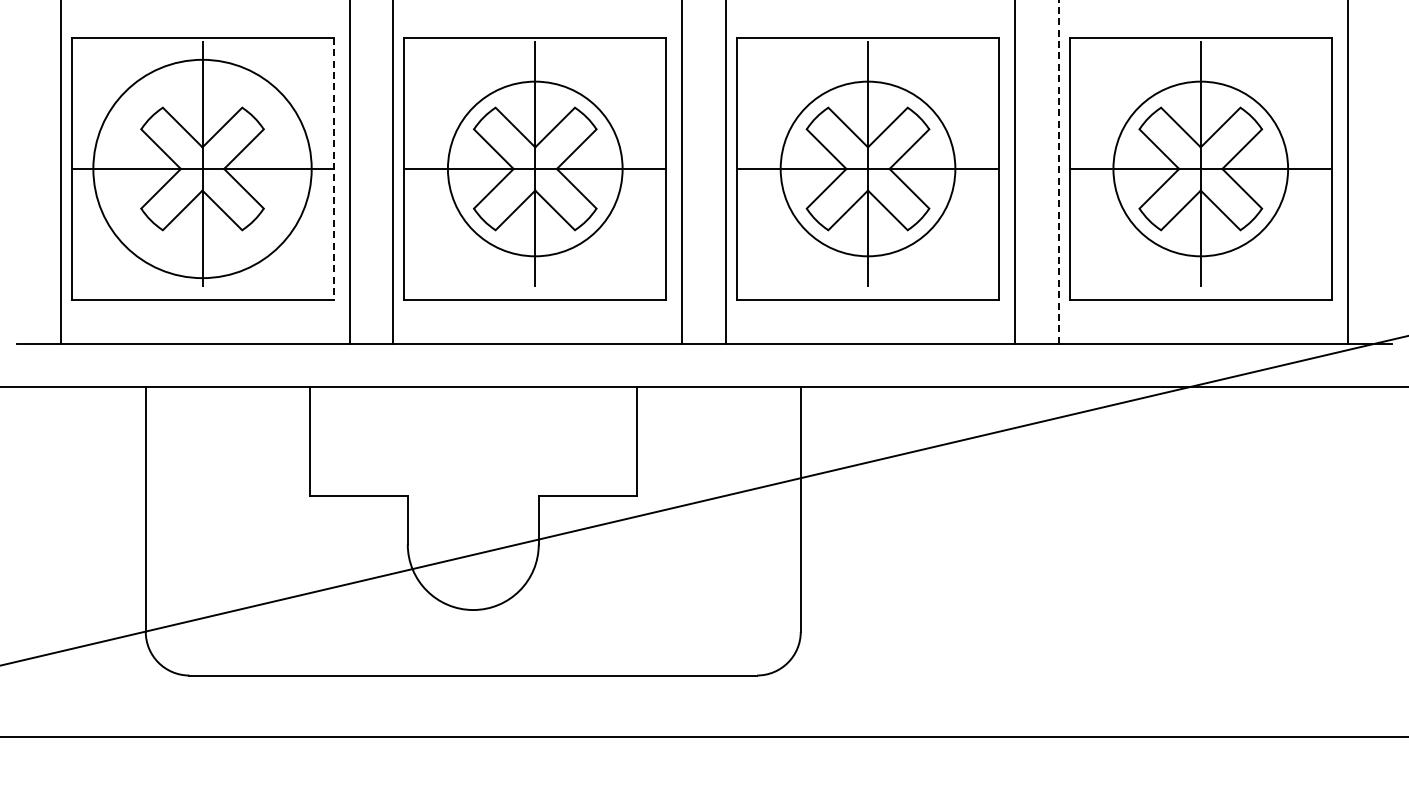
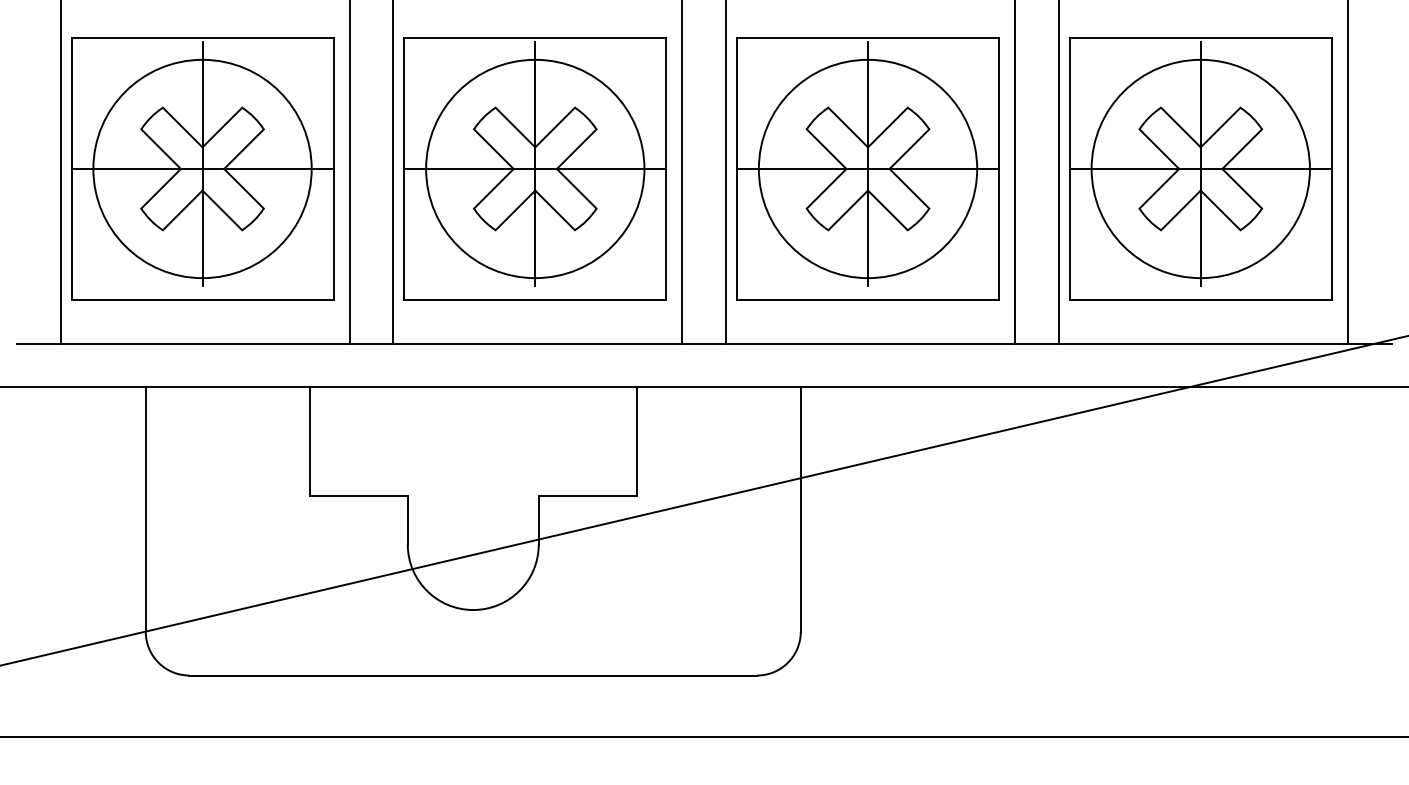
circle at (534, 168) diameter: 175 px -> 218 px
circle at (867, 168) diameter: 175 px -> 218 px
circle at (1200, 168) diameter: 175 px -> 218 px
line at (333, 169): dashed -> solid
line at (1058, 172): dashed -> solid
